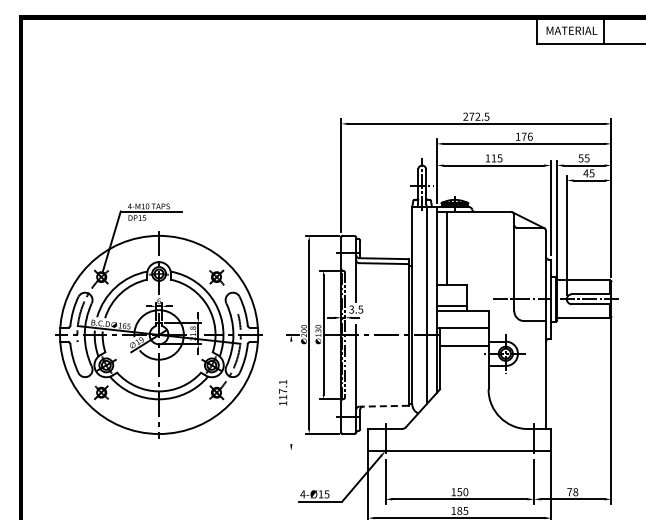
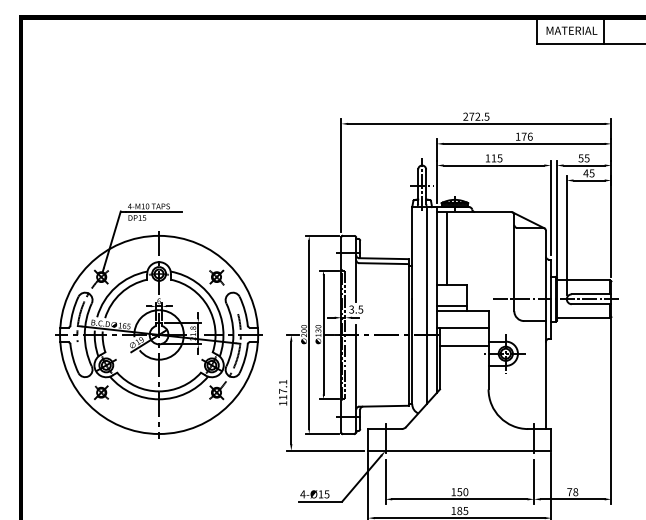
line at (291, 392): none -> present
line at (384, 406): dashed -> solid
line at (324, 450): none -> present
